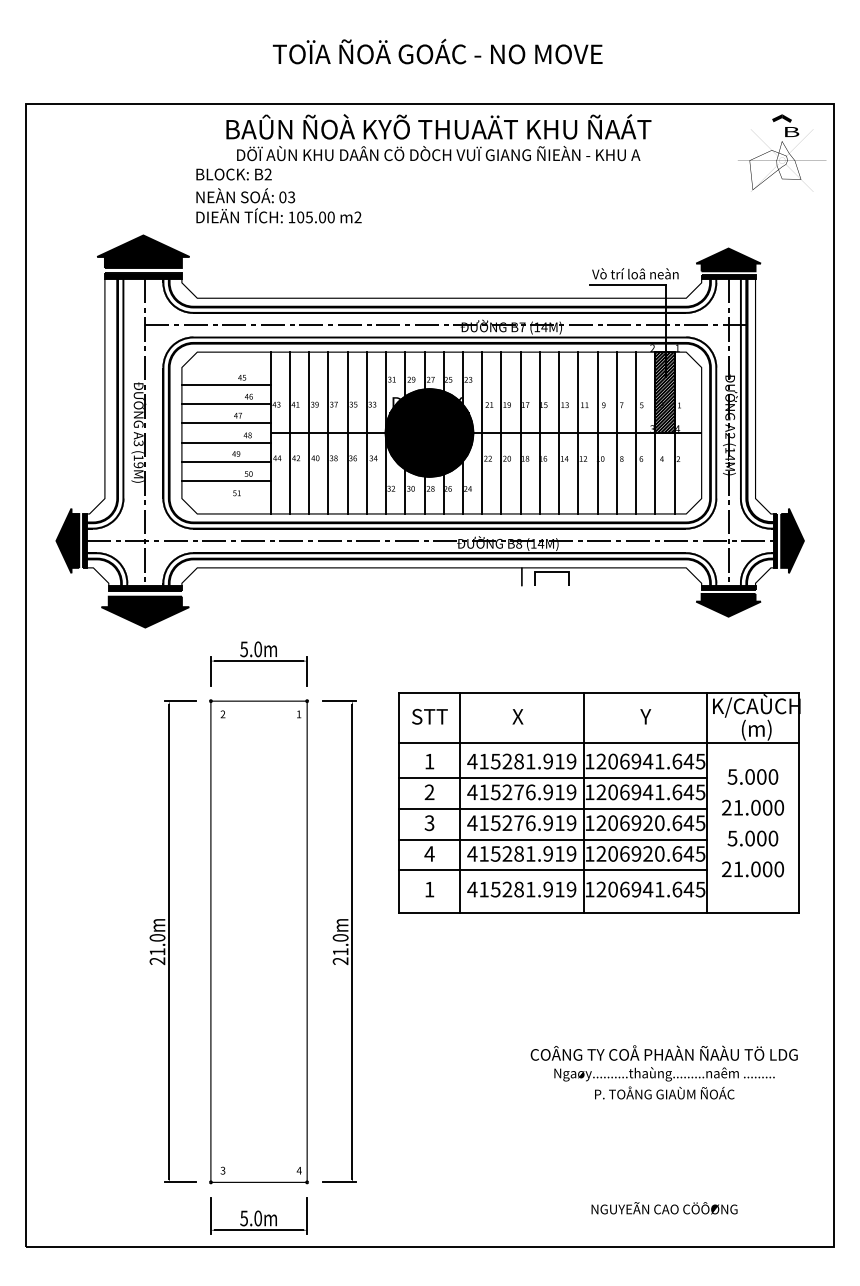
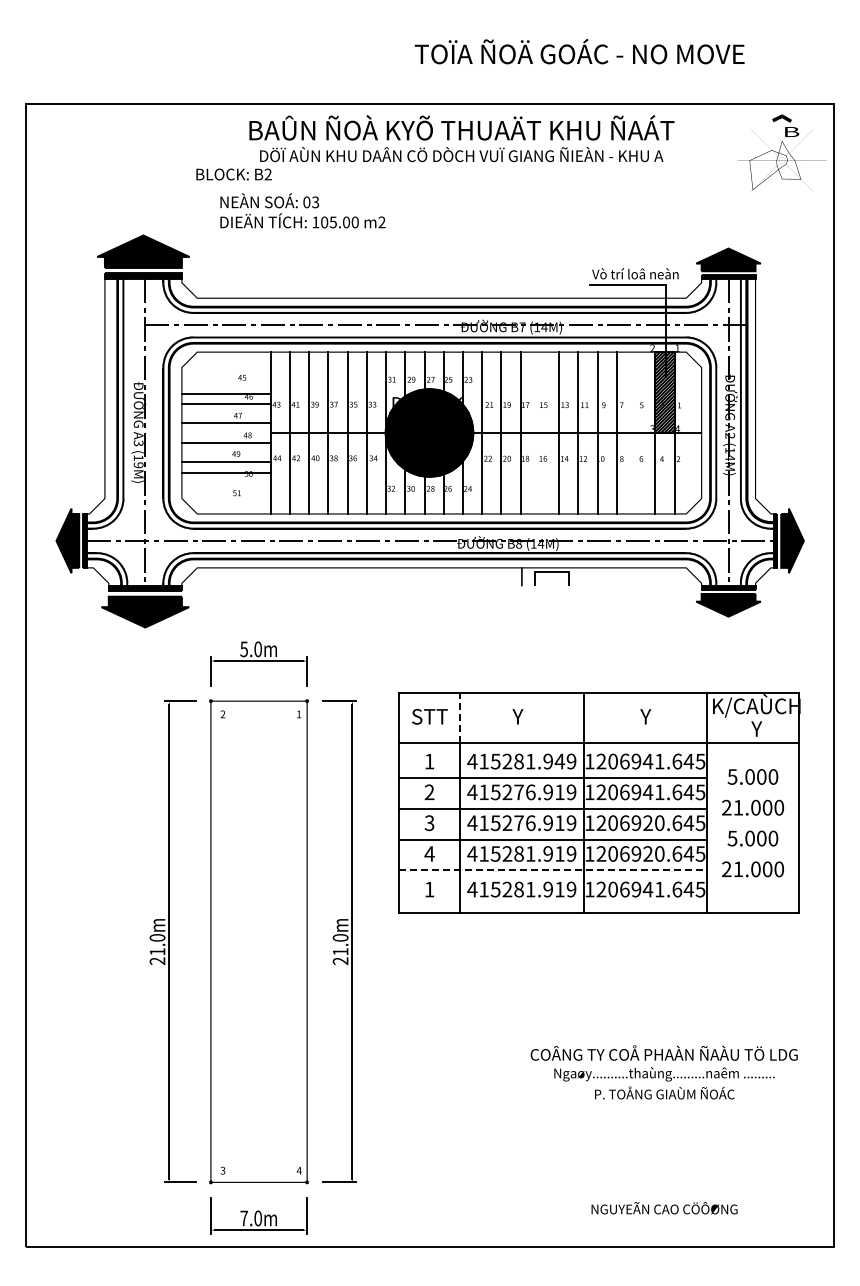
text at (437, 51) position: (437, 51) -> (579, 51)
text at (438, 137) position: (438, 137) -> (461, 138)
text at (278, 205) position: (278, 205) -> (302, 210)
line at (225, 384) position: (225, 384) -> (225, 393)
line at (539, 432): present -> none
line at (636, 432): present -> none
line at (225, 481) position: (225, 481) -> (225, 473)
text at (517, 716): X -> Y
line at (460, 717): solid -> dashed
text at (756, 729): (m) -> Y
text at (559, 761): 415281.919 -> 415281.949
line at (552, 870): solid -> dashed
text at (244, 1218): 5.0m -> 7.0m
